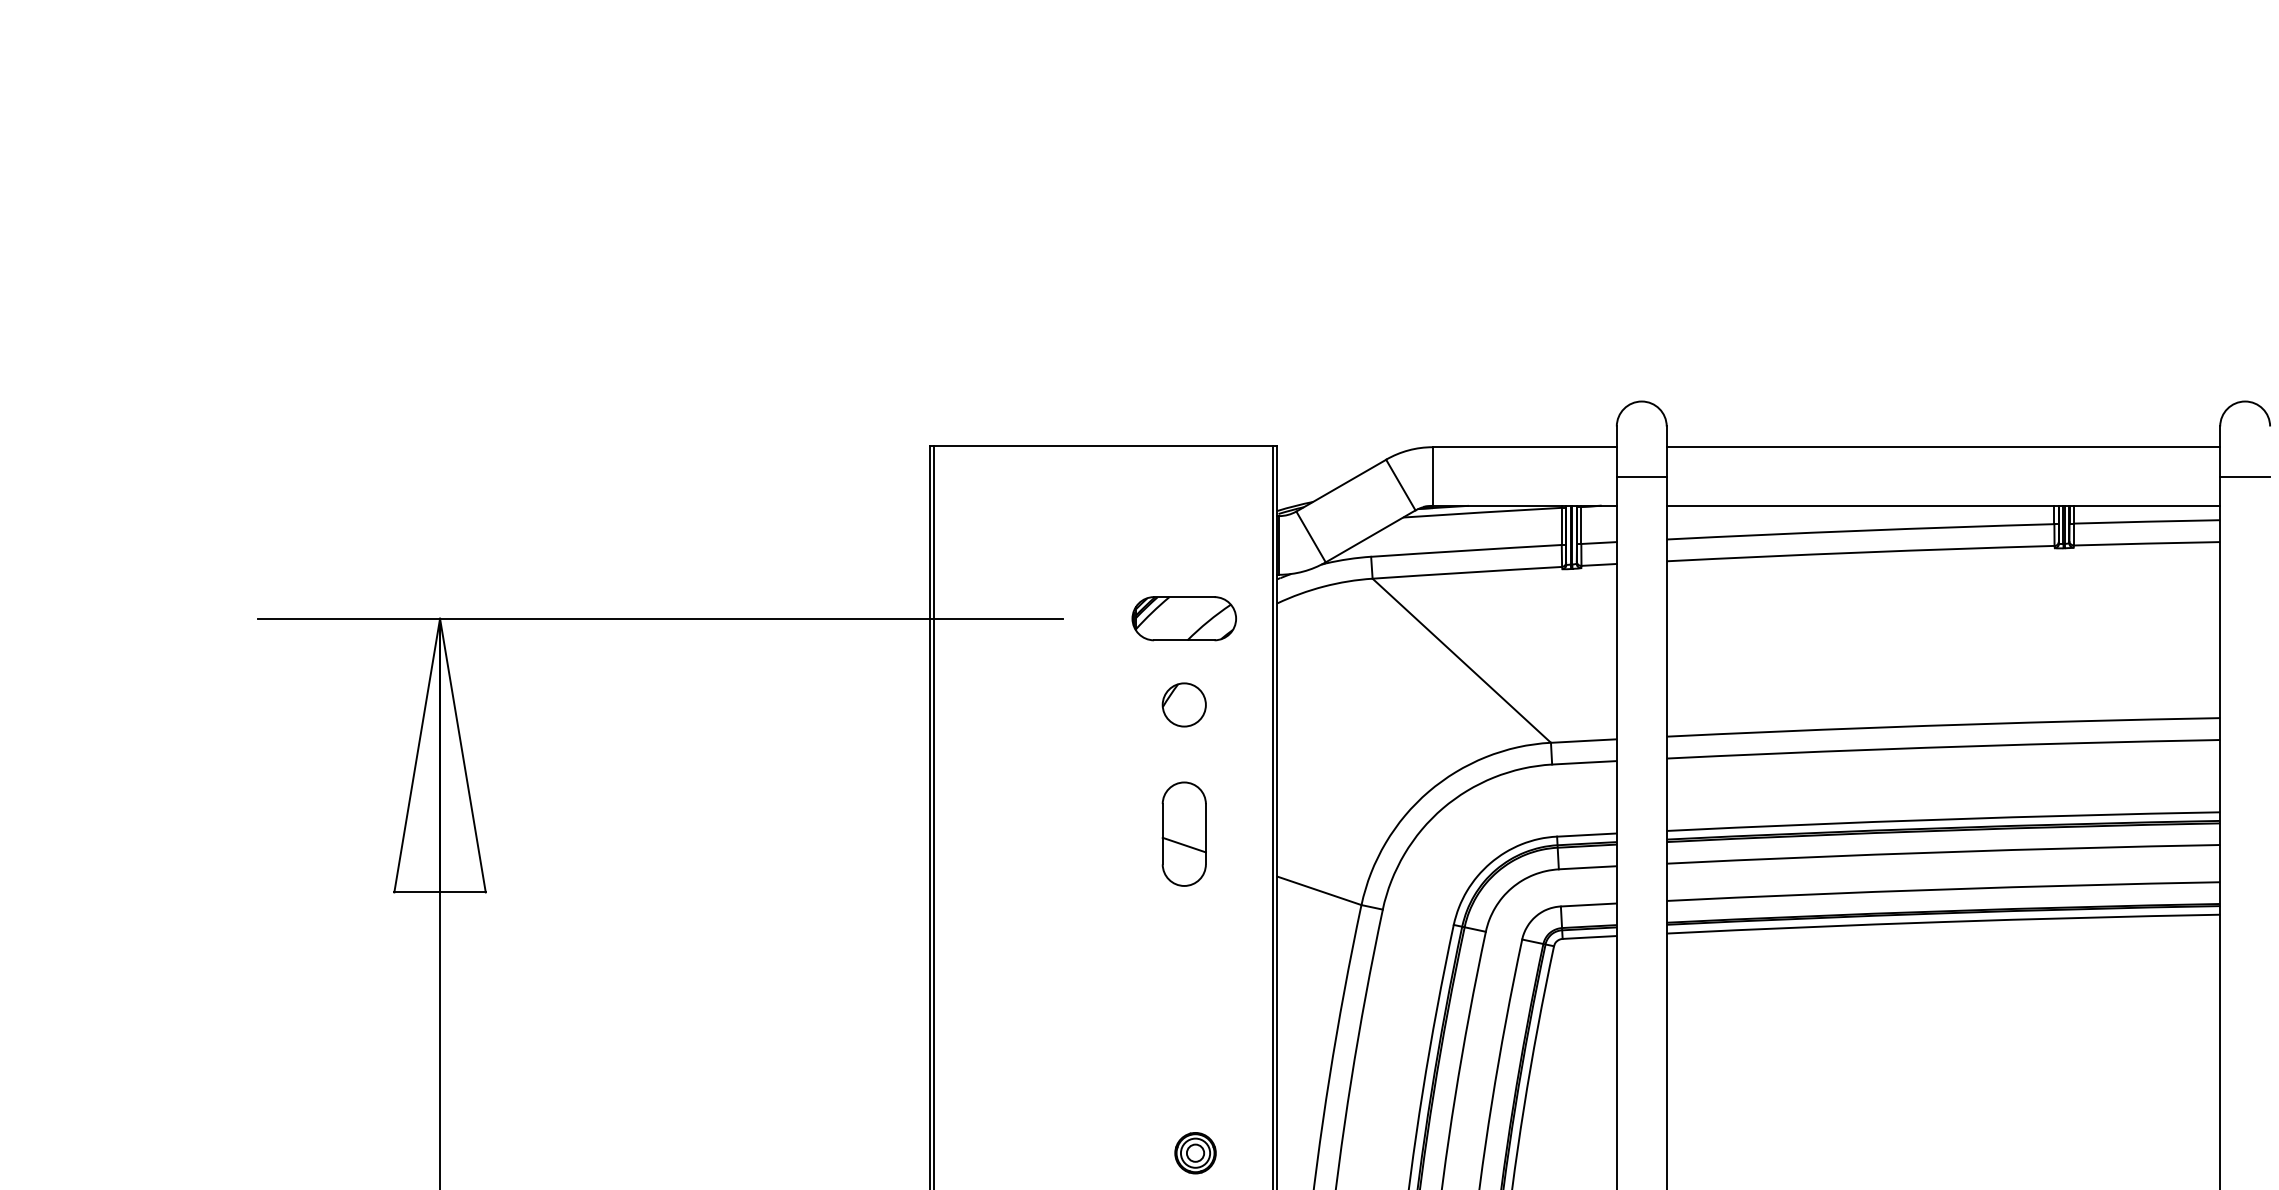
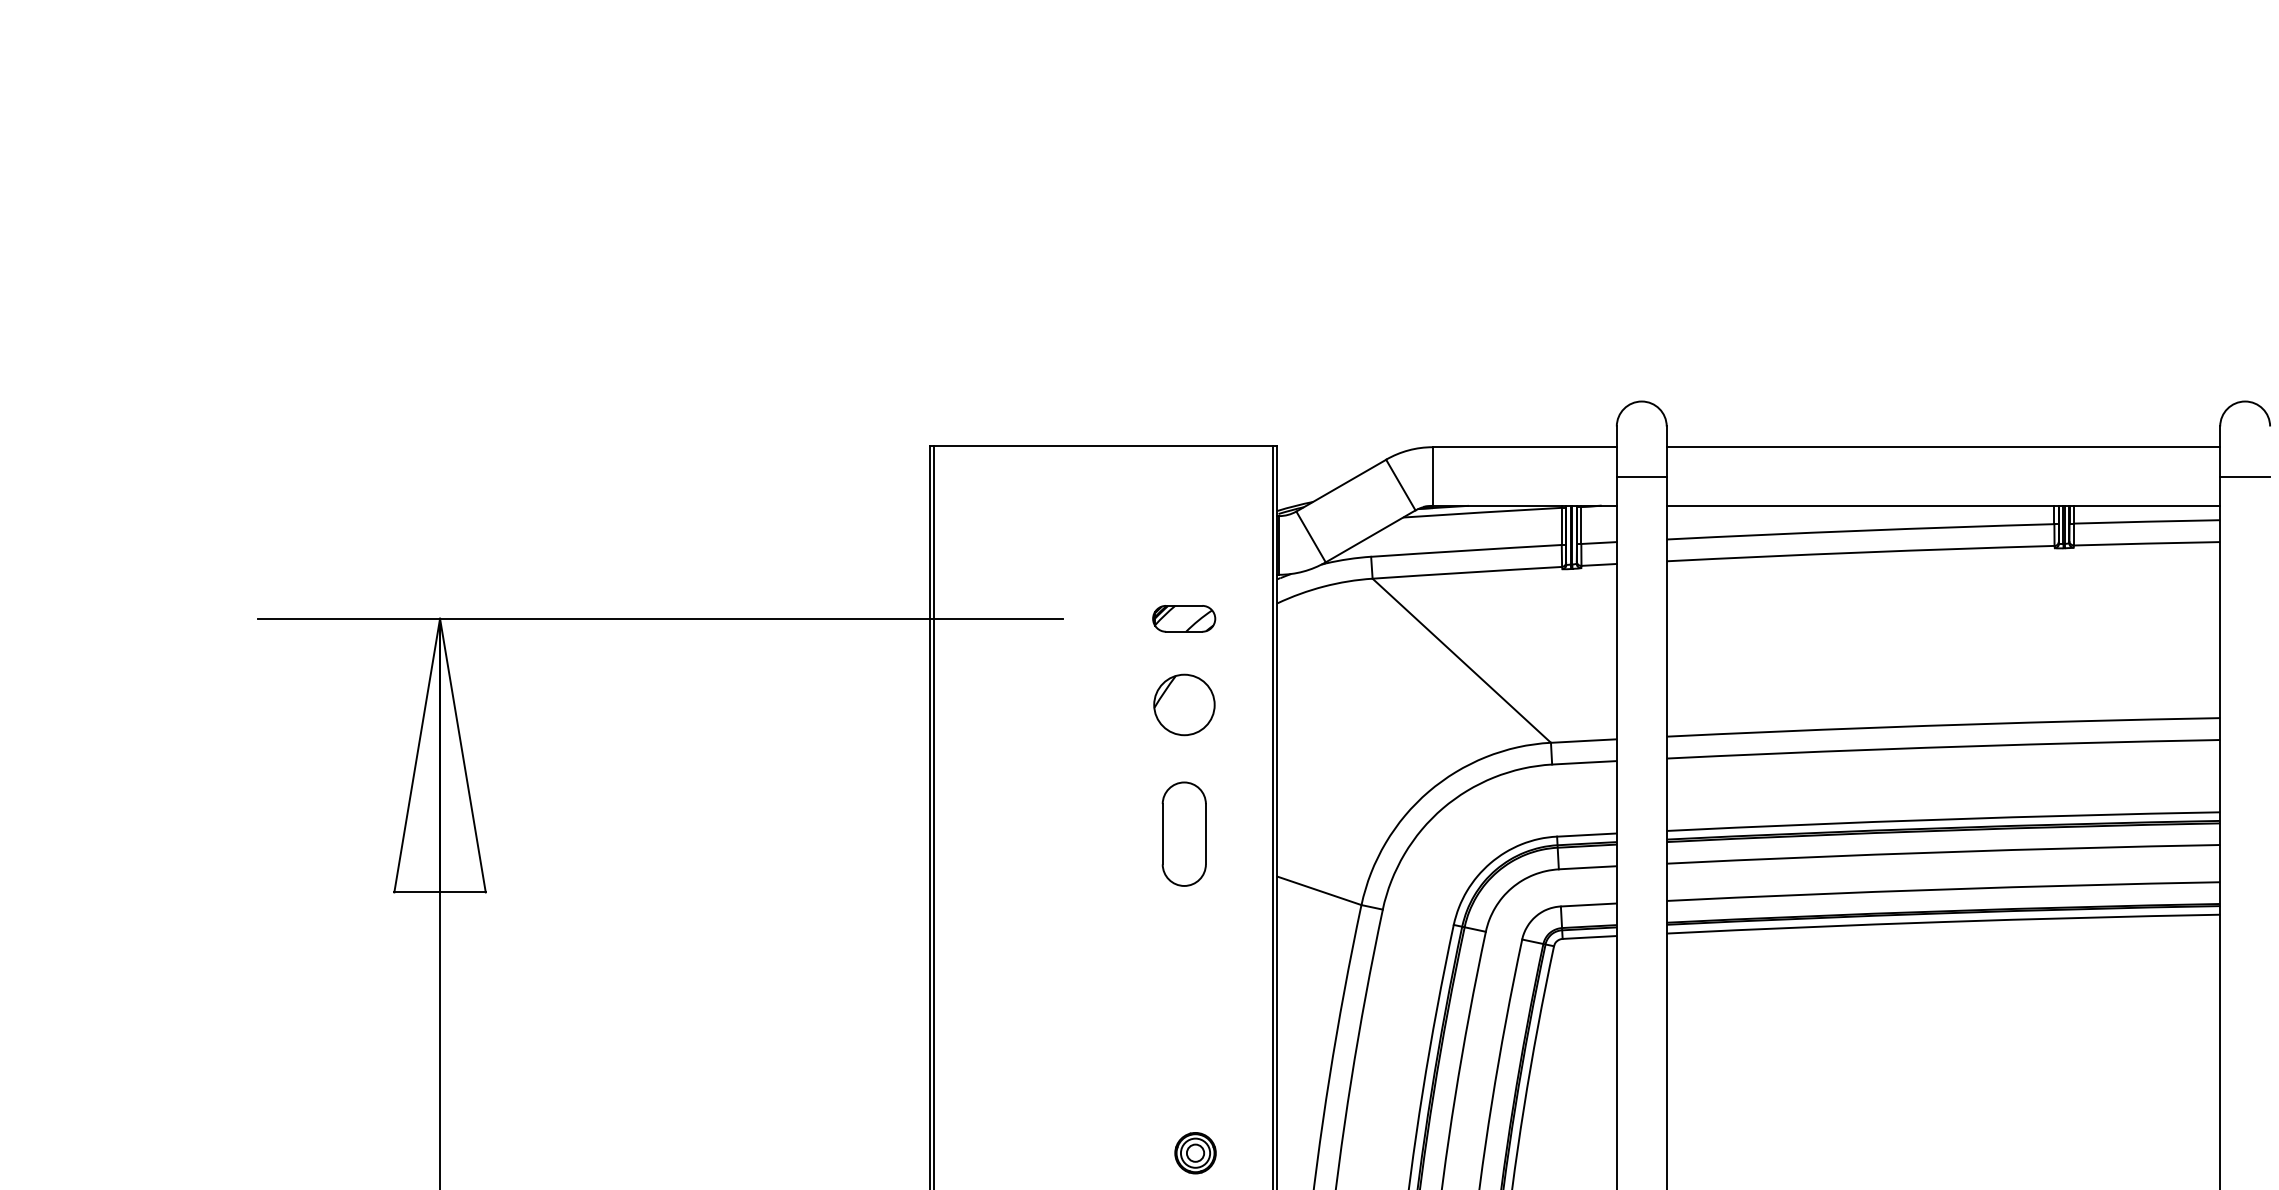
part at (1183, 618) size: 106x46 px -> 65x28 px
part at (1183, 704) size: 46x46 px -> 63x64 px
line at (1183, 844): present -> none
